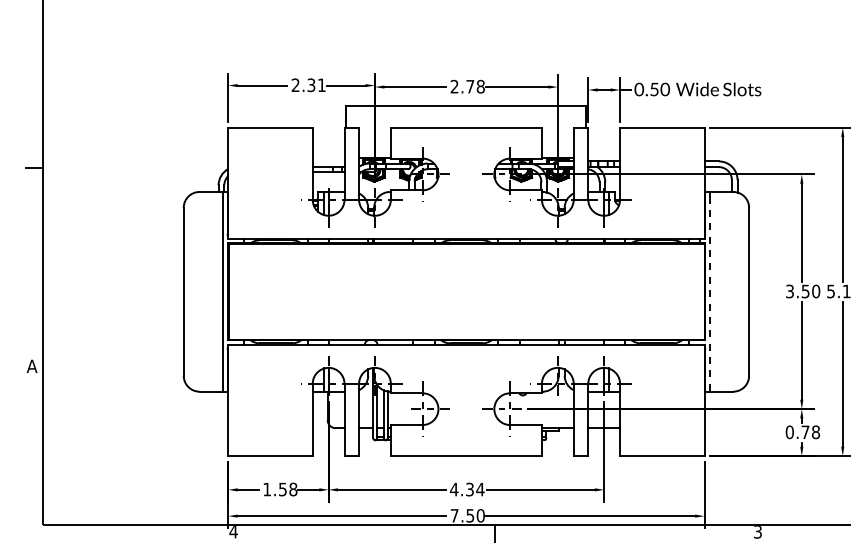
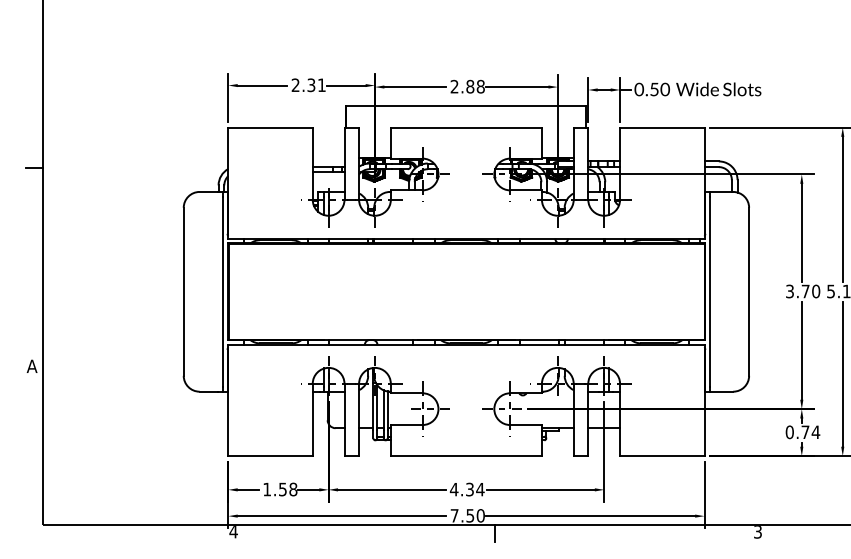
text at (470, 86): 2.78 -> 2.88
text at (805, 291): 3.50 -> 3.70
line at (710, 292): dashed -> solid
text at (815, 432): 0.78 -> 0.74
